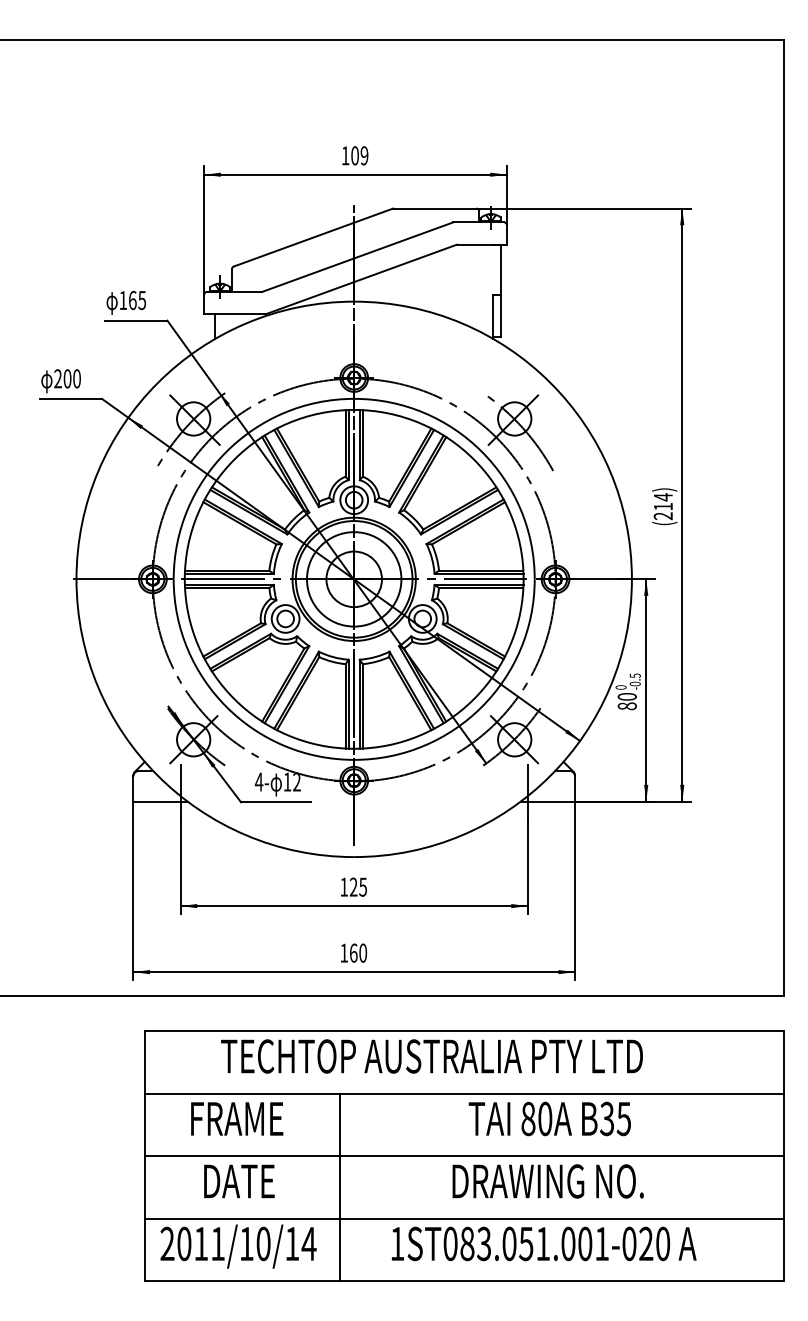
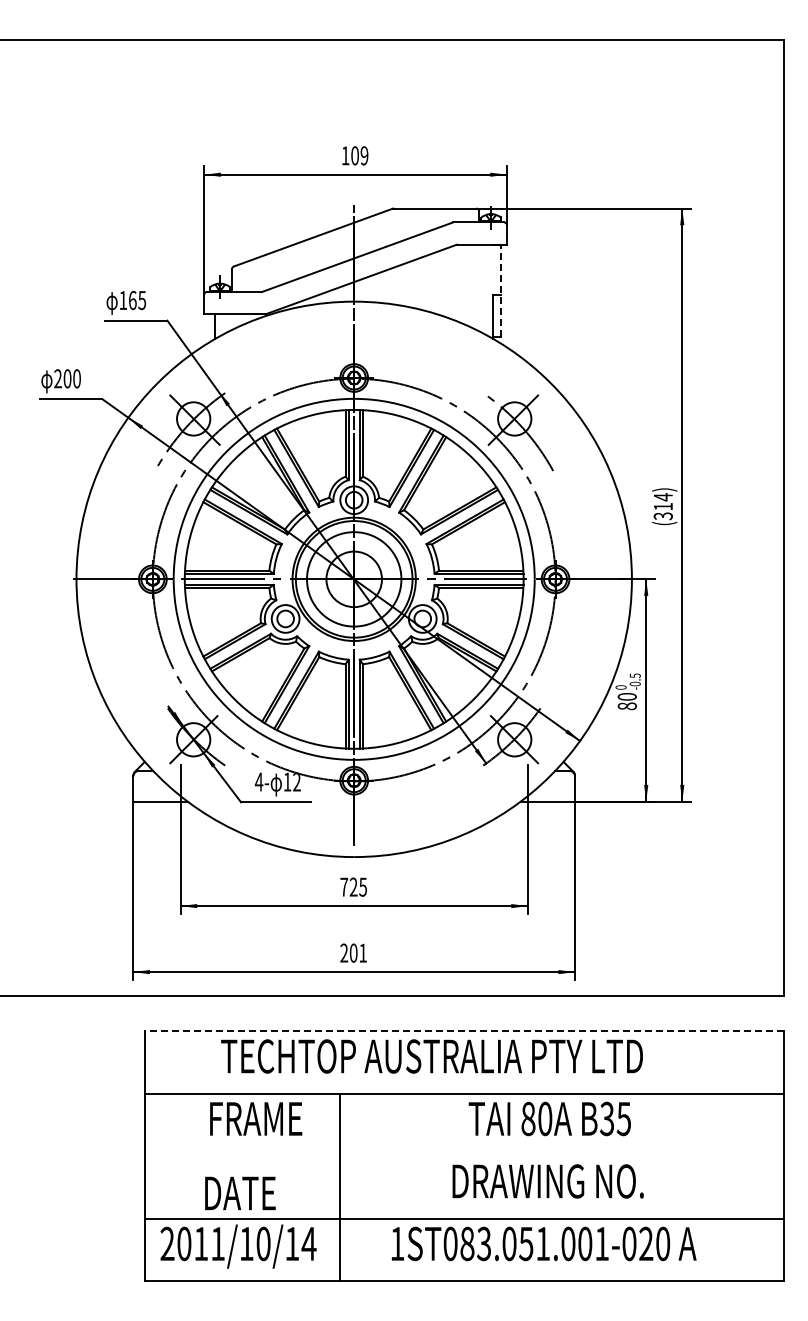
line at (501, 291): solid -> dashed
text at (663, 516): (214) -> (314)
text at (344, 886): 125 -> 725
text at (353, 952): 160 -> 201
line at (464, 1031): solid -> dashed
text at (237, 1118) position: (237, 1118) -> (256, 1118)
line at (464, 1156): present -> none
text at (239, 1181) position: (239, 1181) -> (240, 1193)
